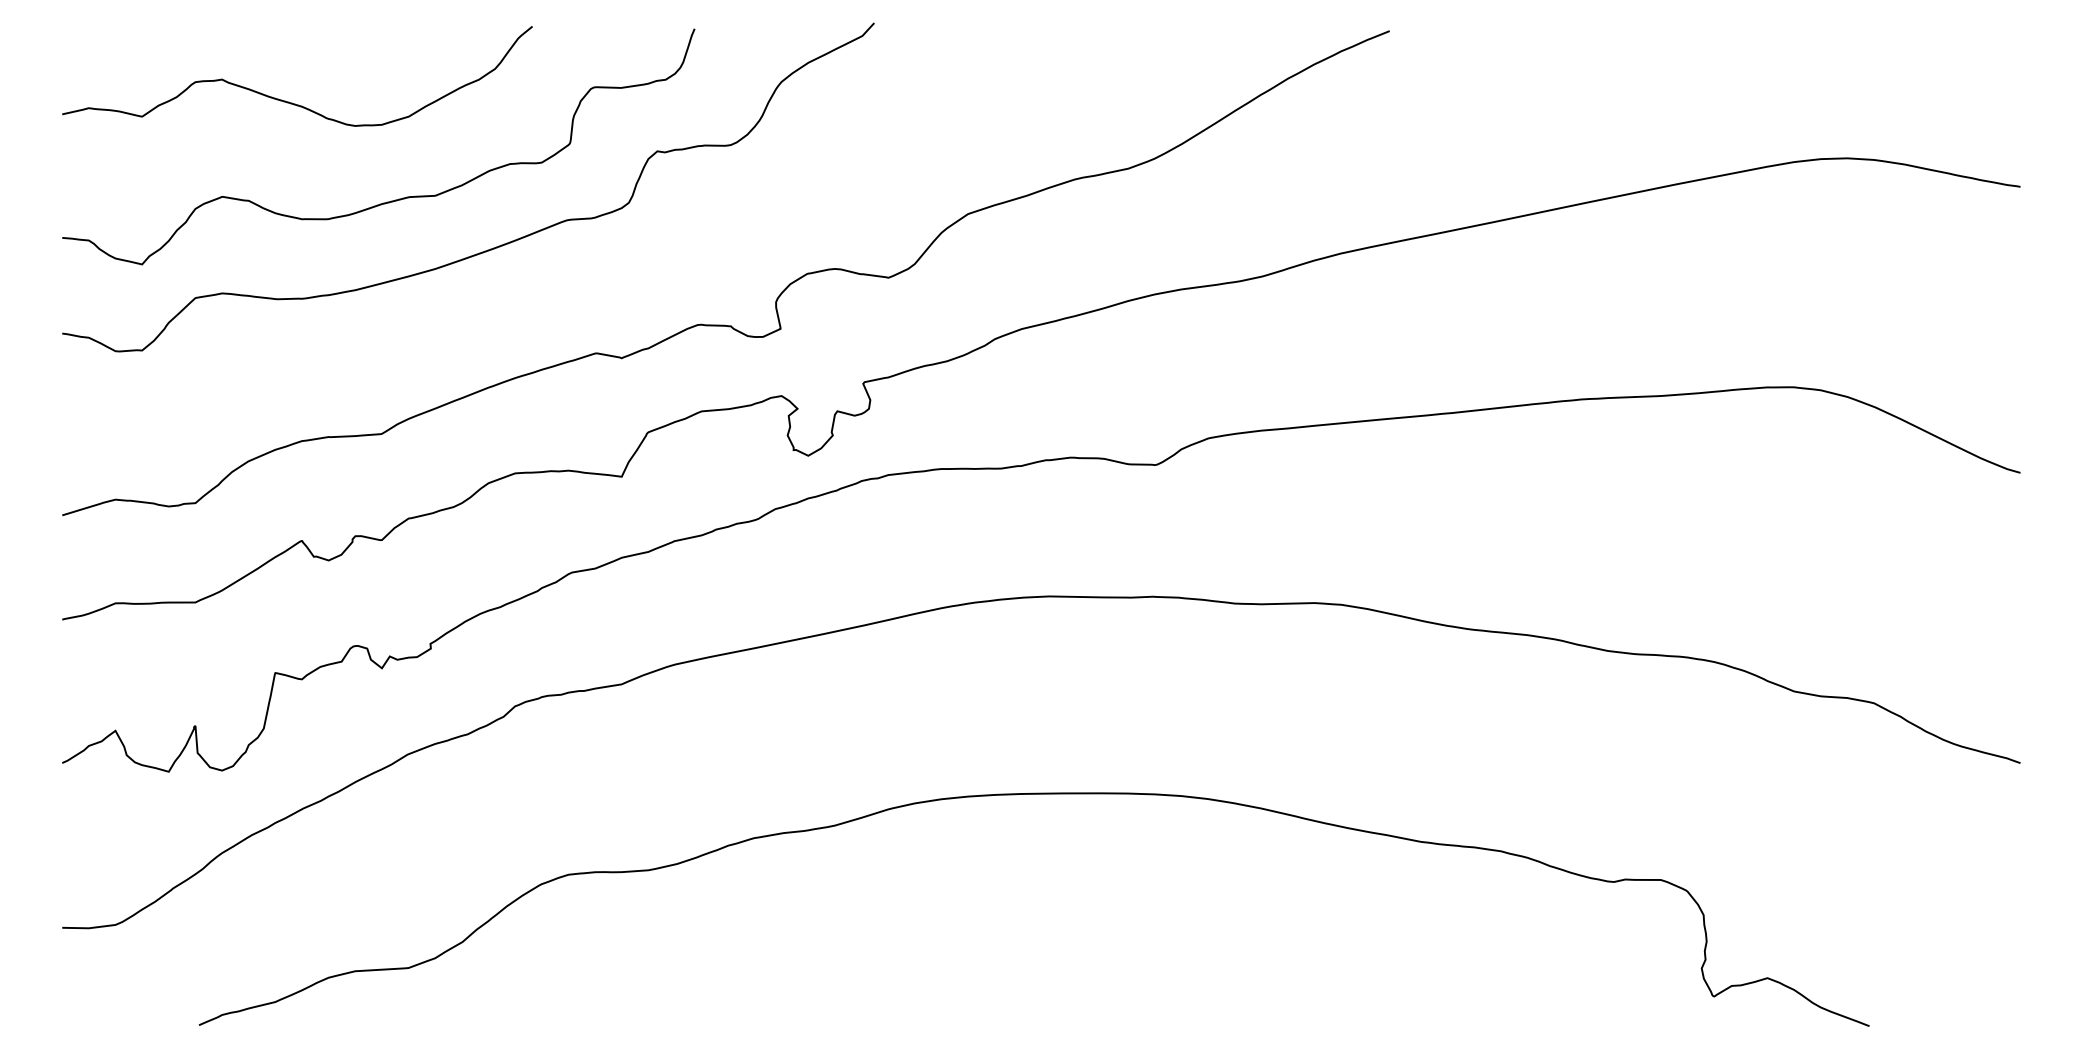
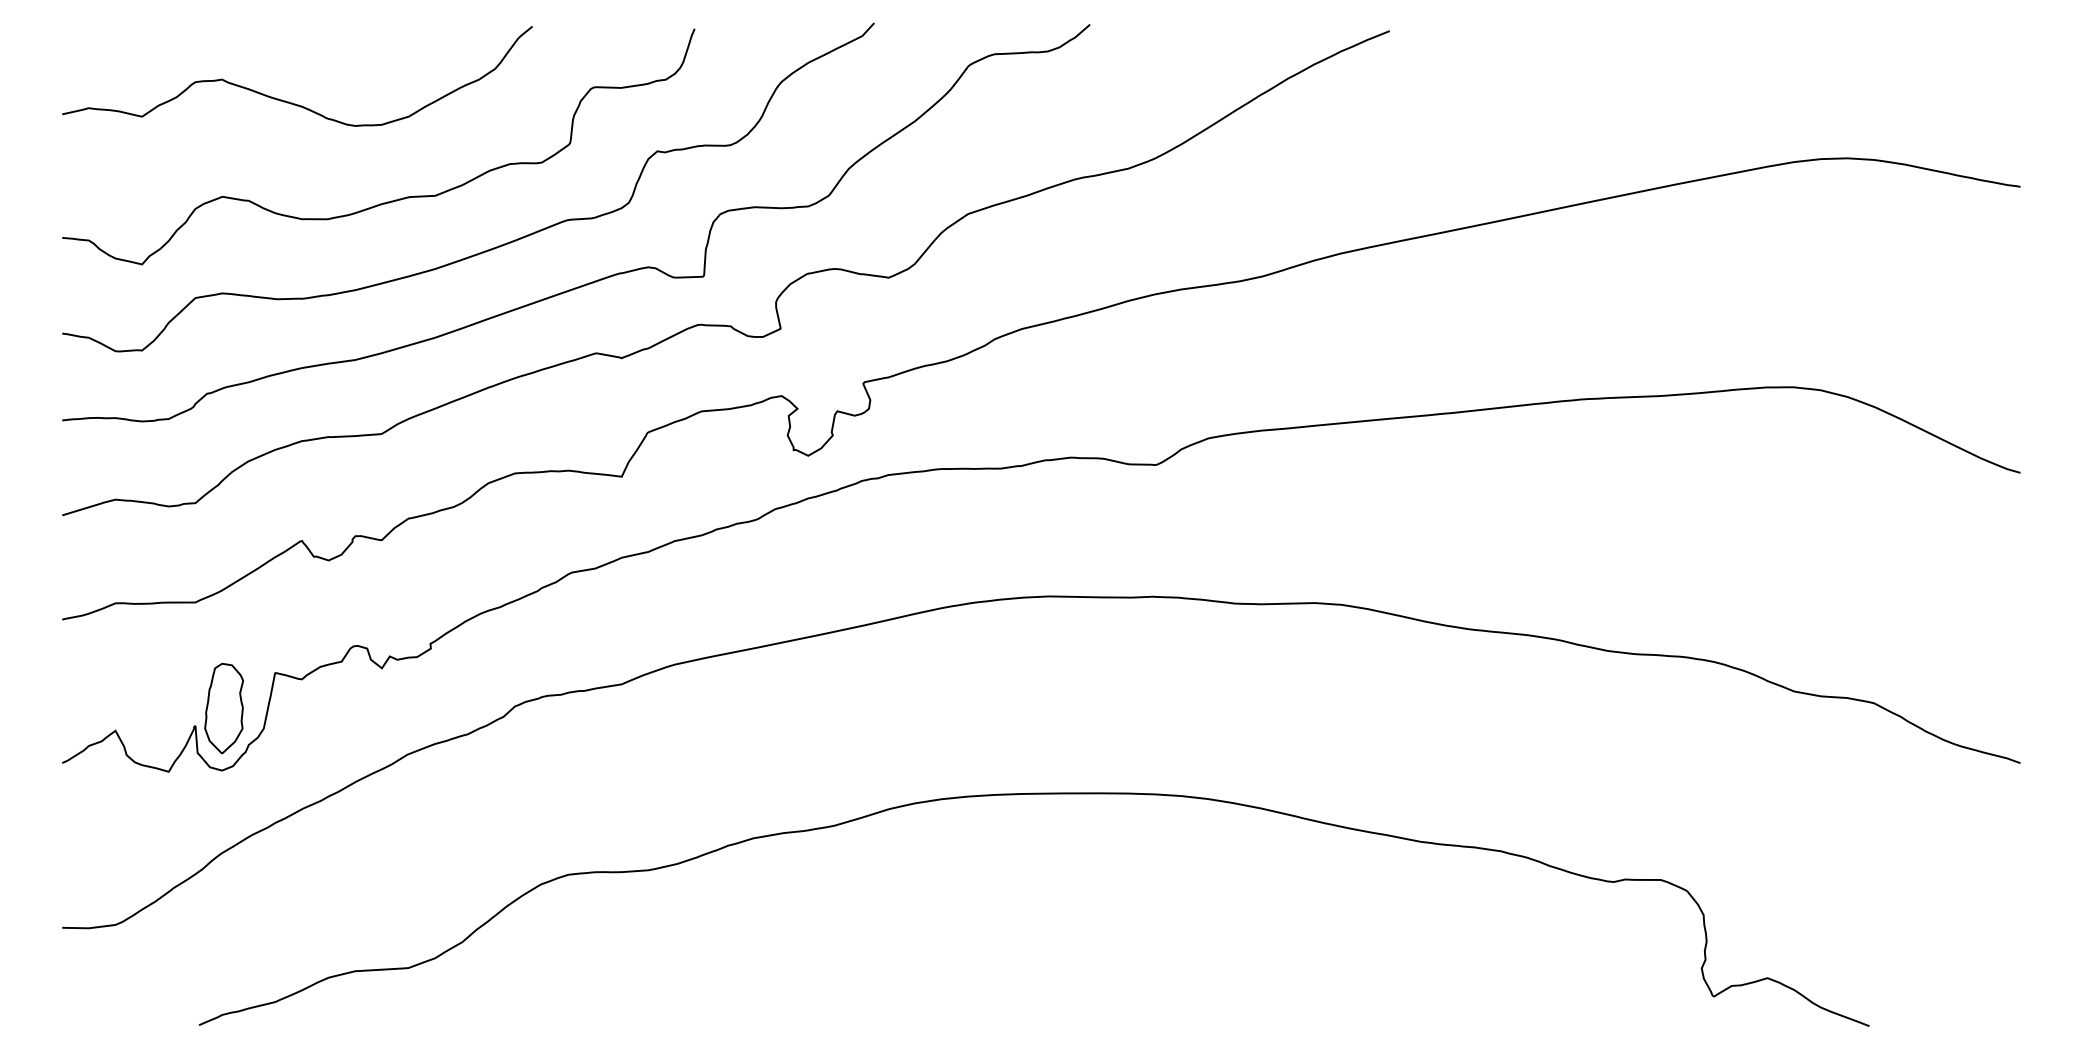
curve at (594, 280): none -> present
part at (223, 708): none -> present
